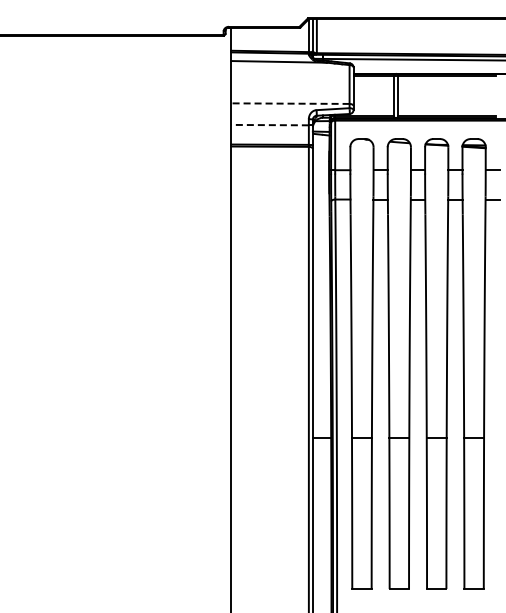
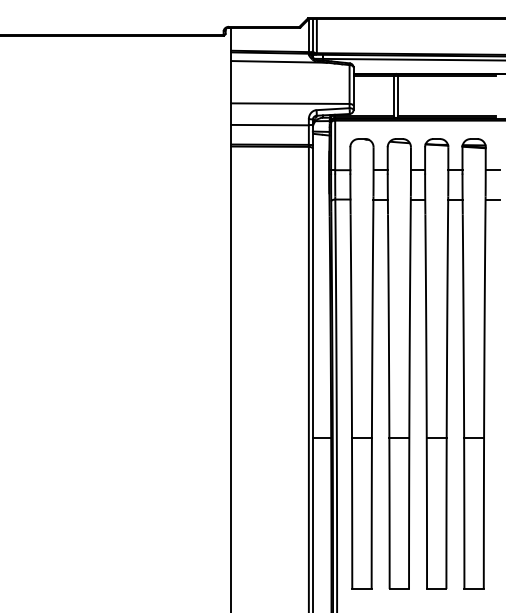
line at (290, 103): dashed -> solid
line at (270, 125): dashed -> solid
